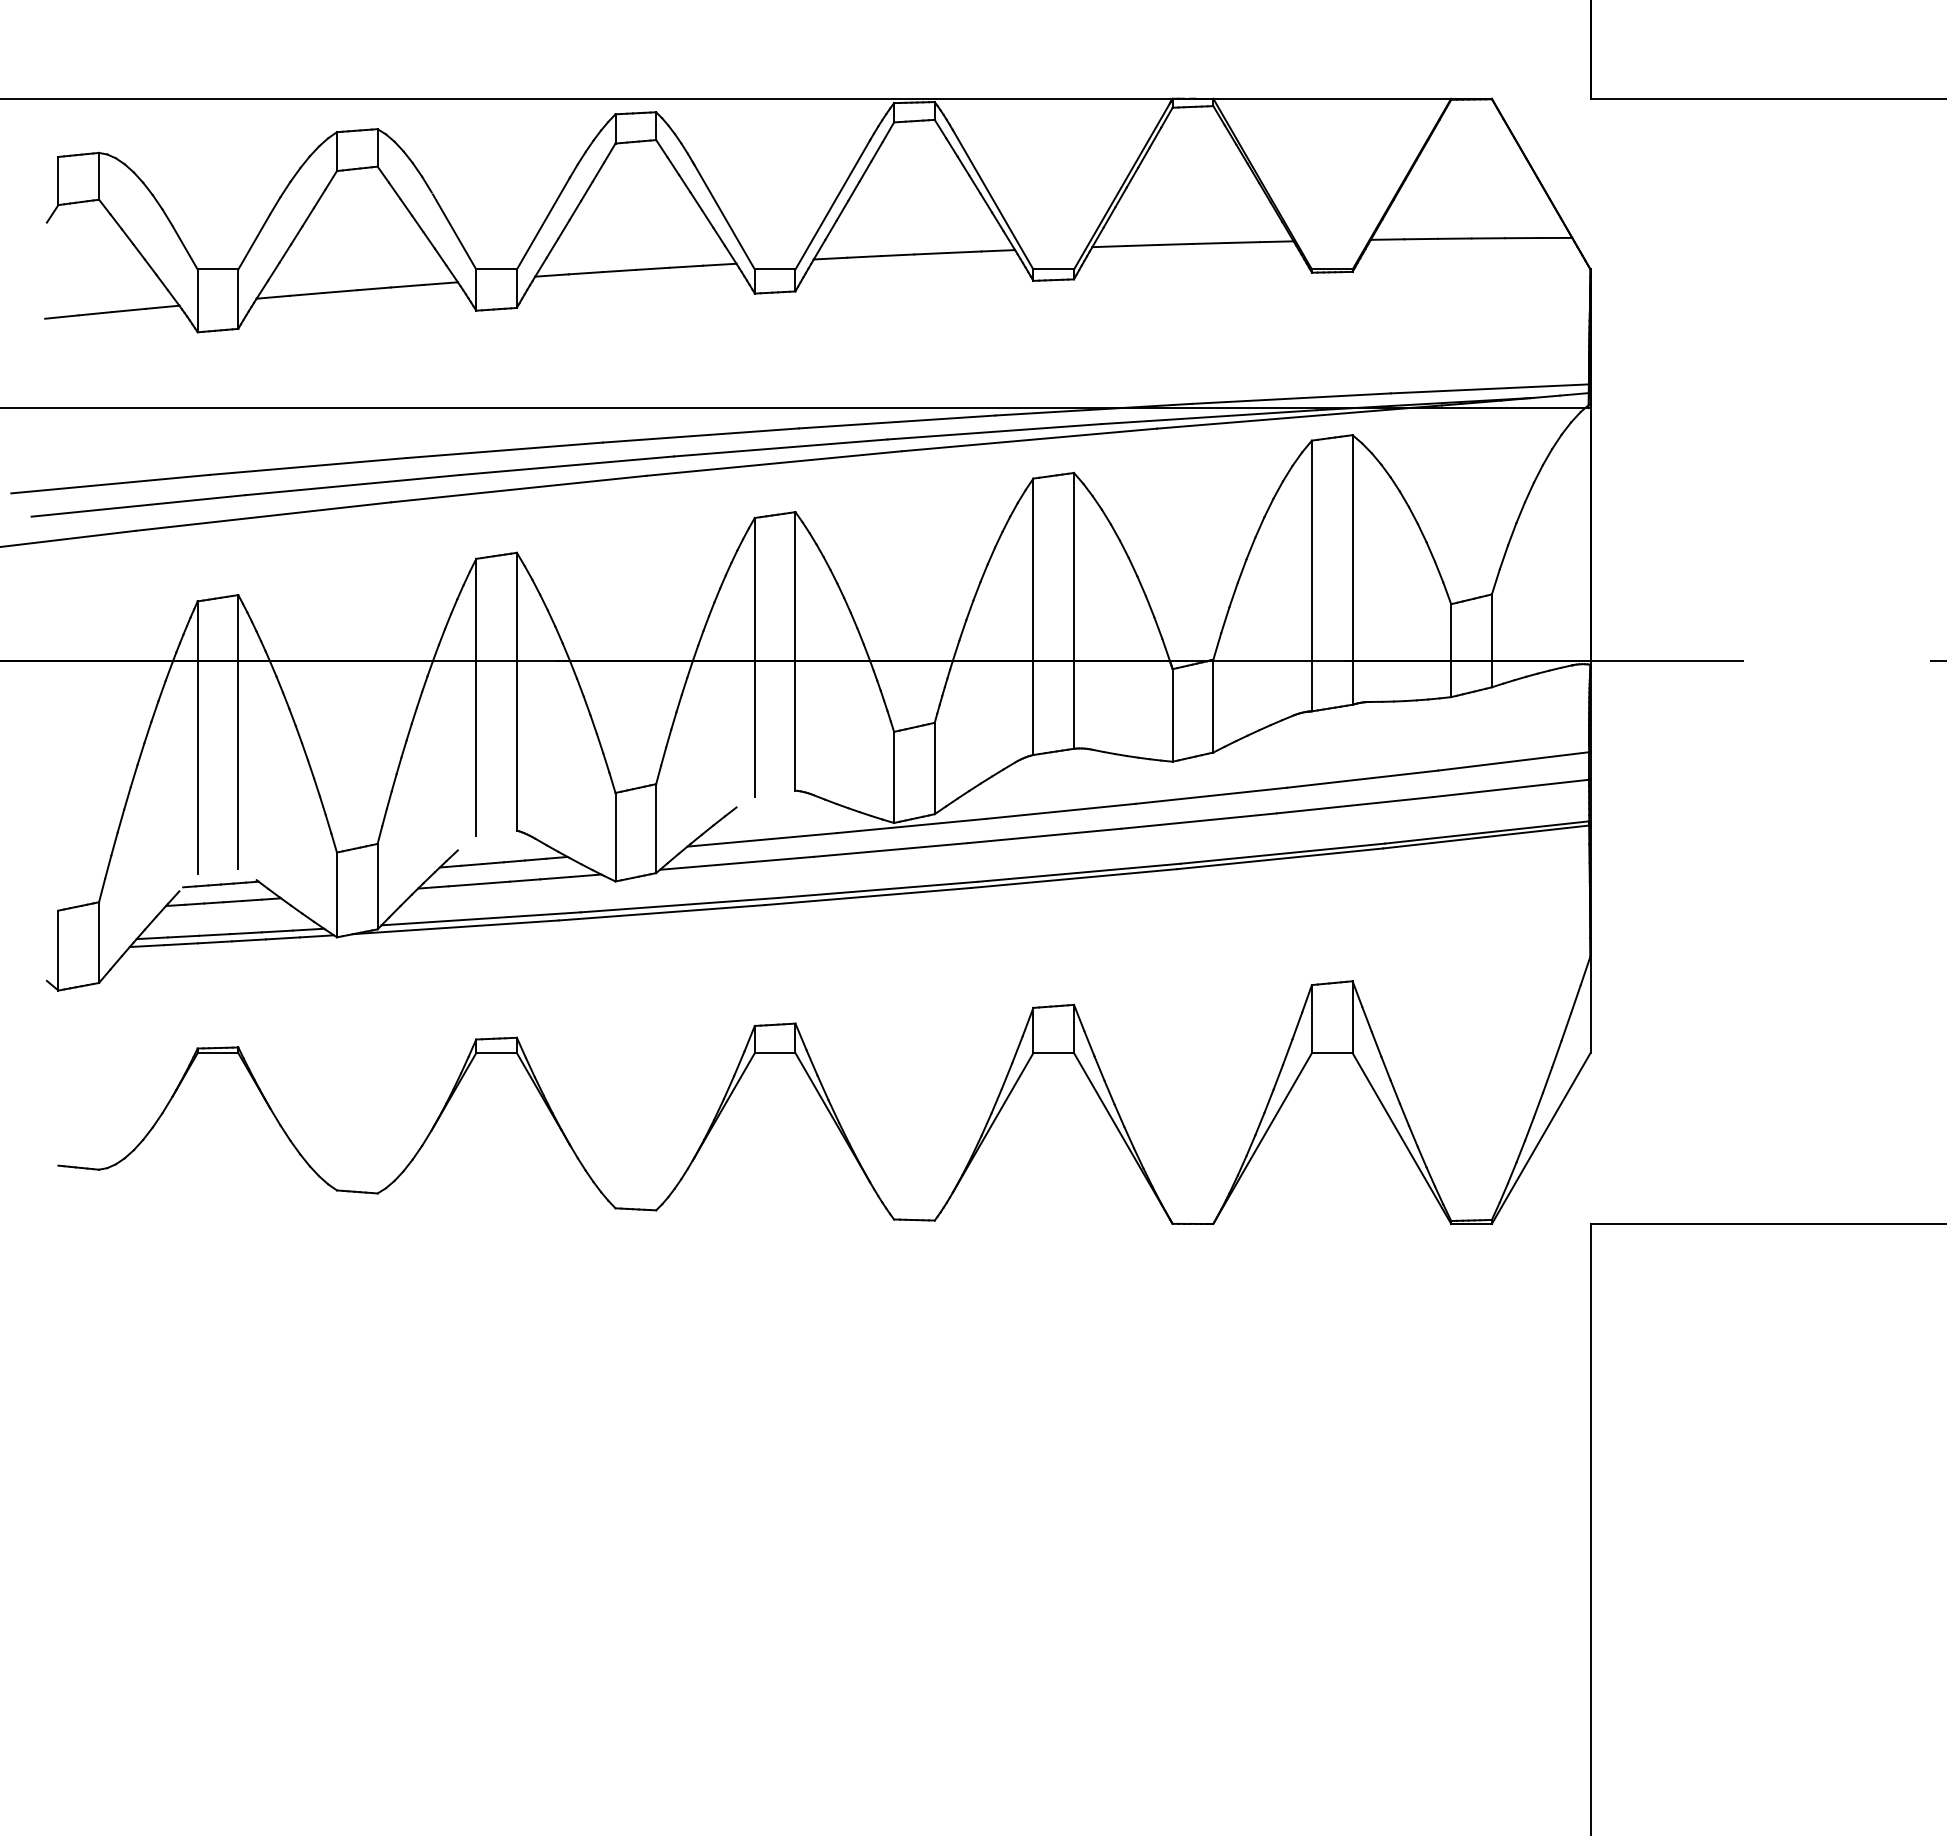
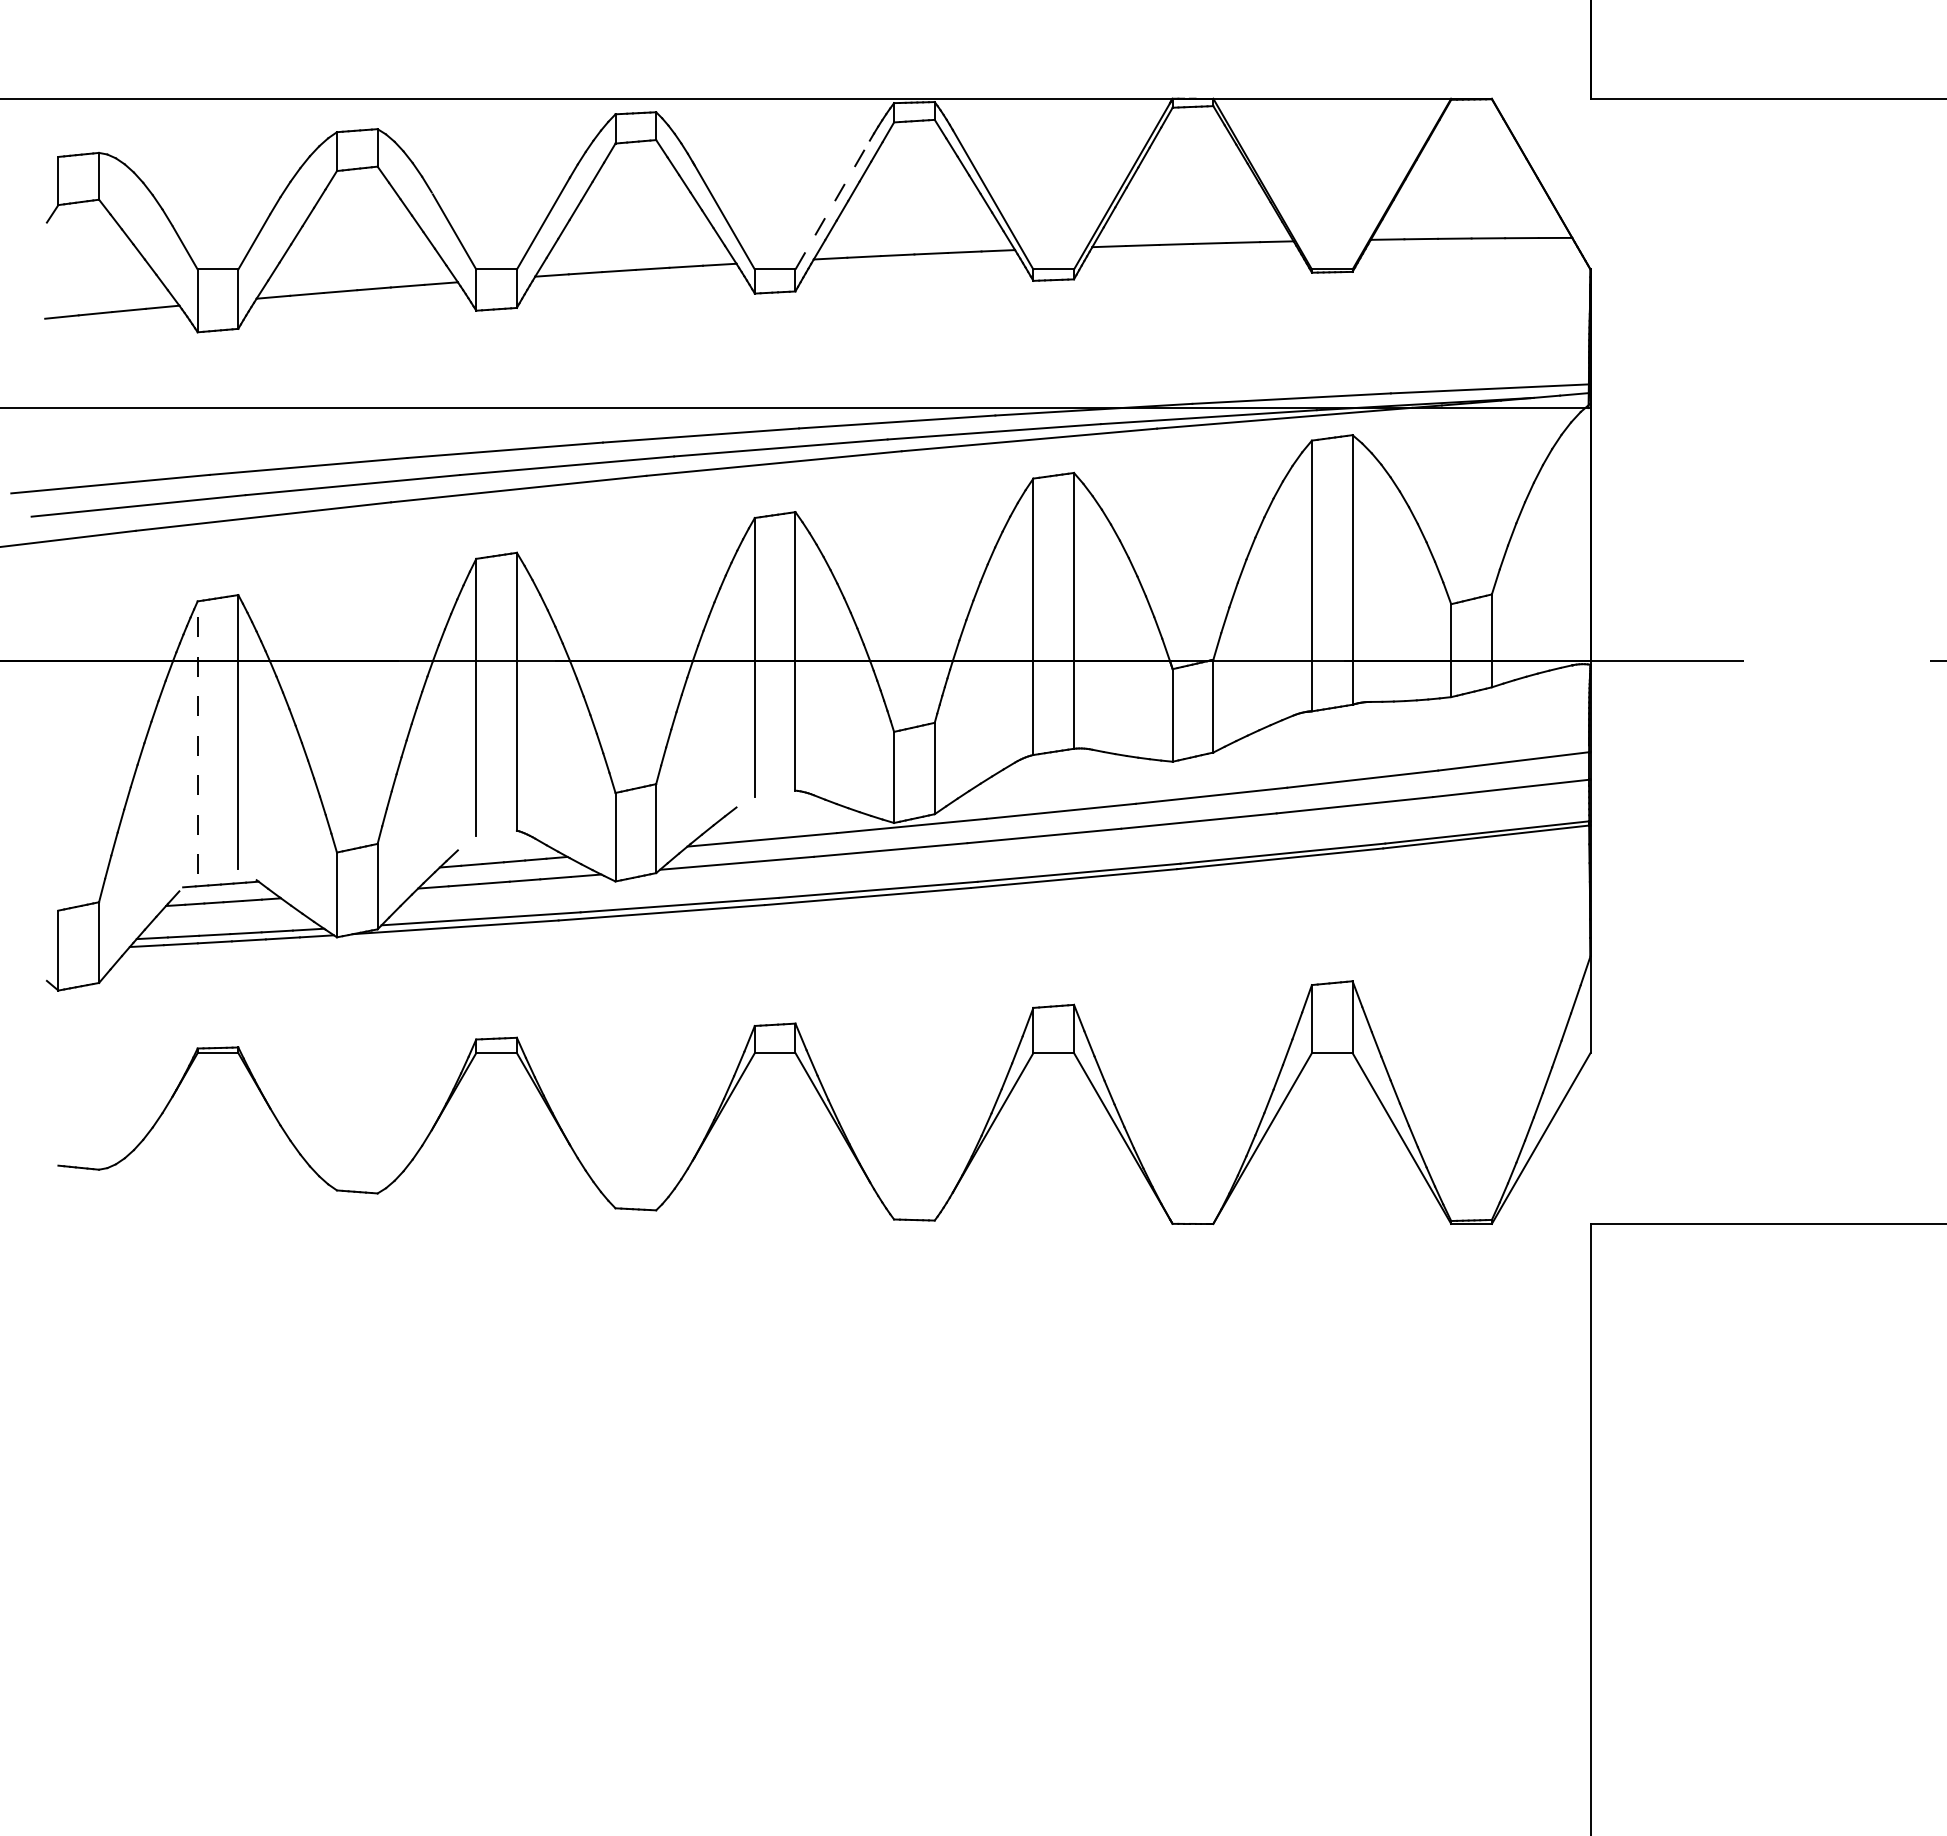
line at (832, 204): solid -> dashed
line at (197, 737): solid -> dashed
